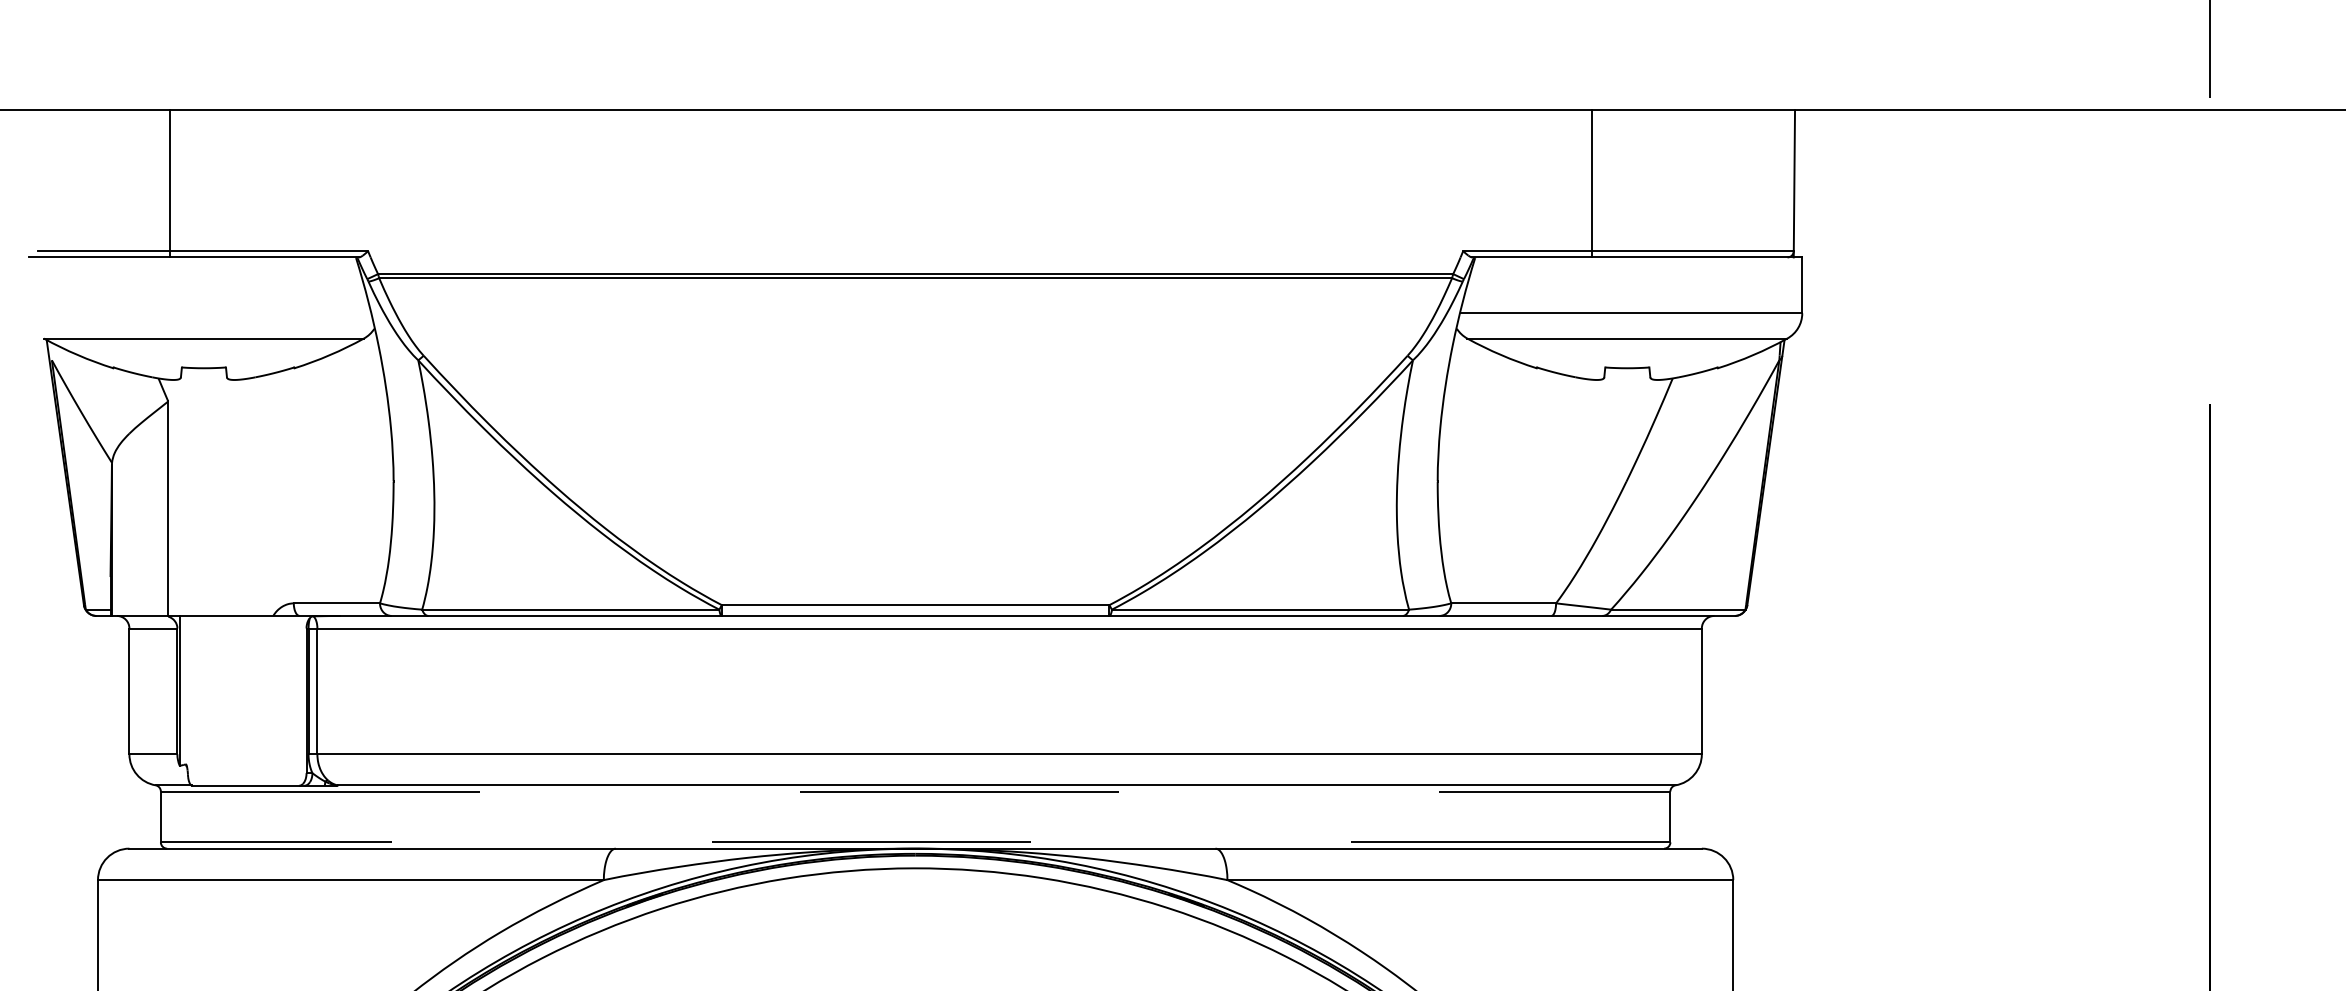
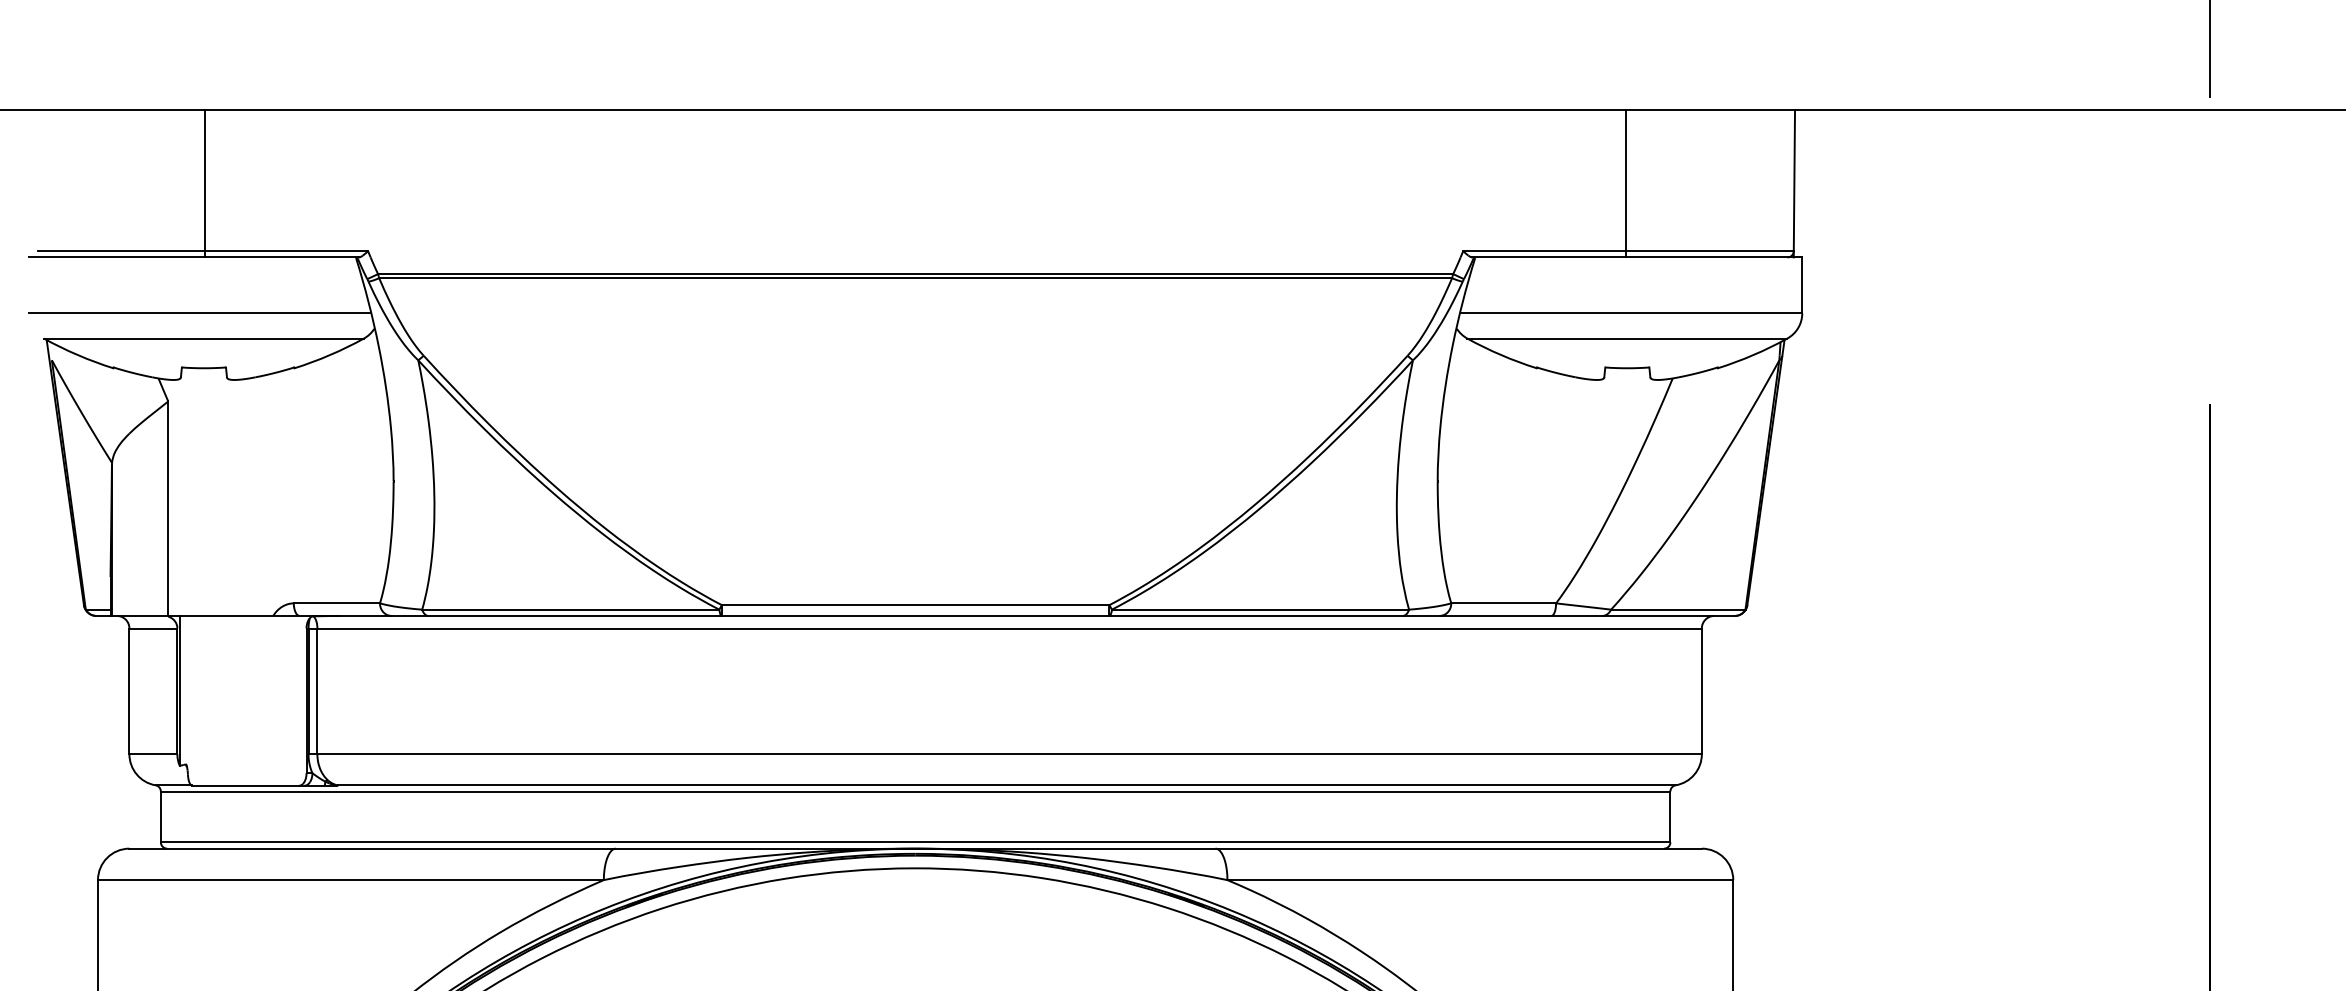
line at (169, 183) position: (169, 183) -> (204, 183)
line at (1592, 183) position: (1592, 183) -> (1626, 183)
line at (199, 313): none -> present
line at (915, 791): dashed -> solid
line at (915, 842): dashed -> solid
